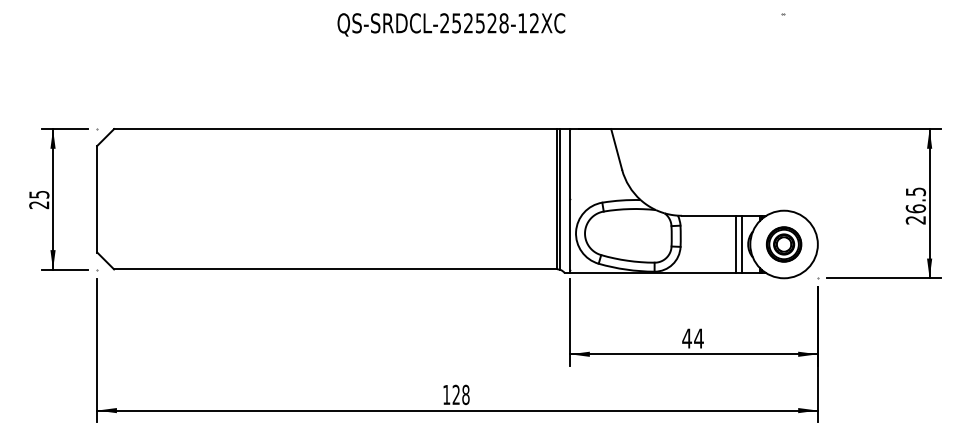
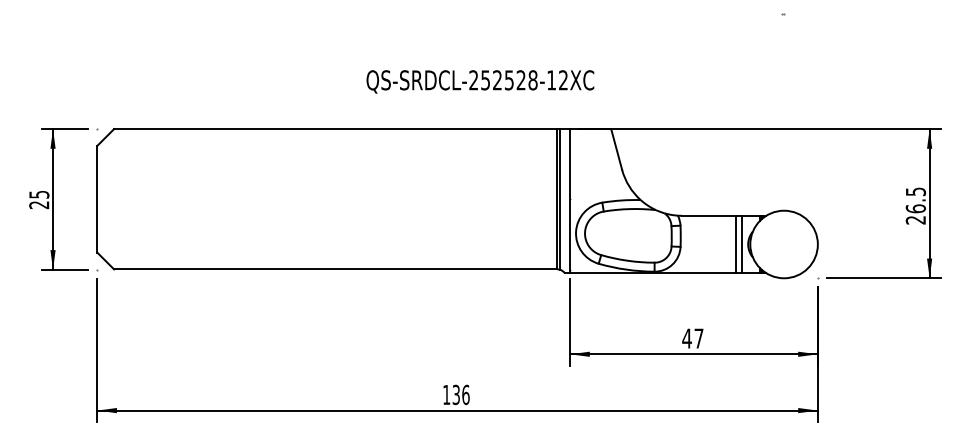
text at (451, 24) position: (451, 24) -> (480, 81)
part at (783, 244): present -> none
text at (698, 338): 44 -> 47
text at (460, 394): 128 -> 136
